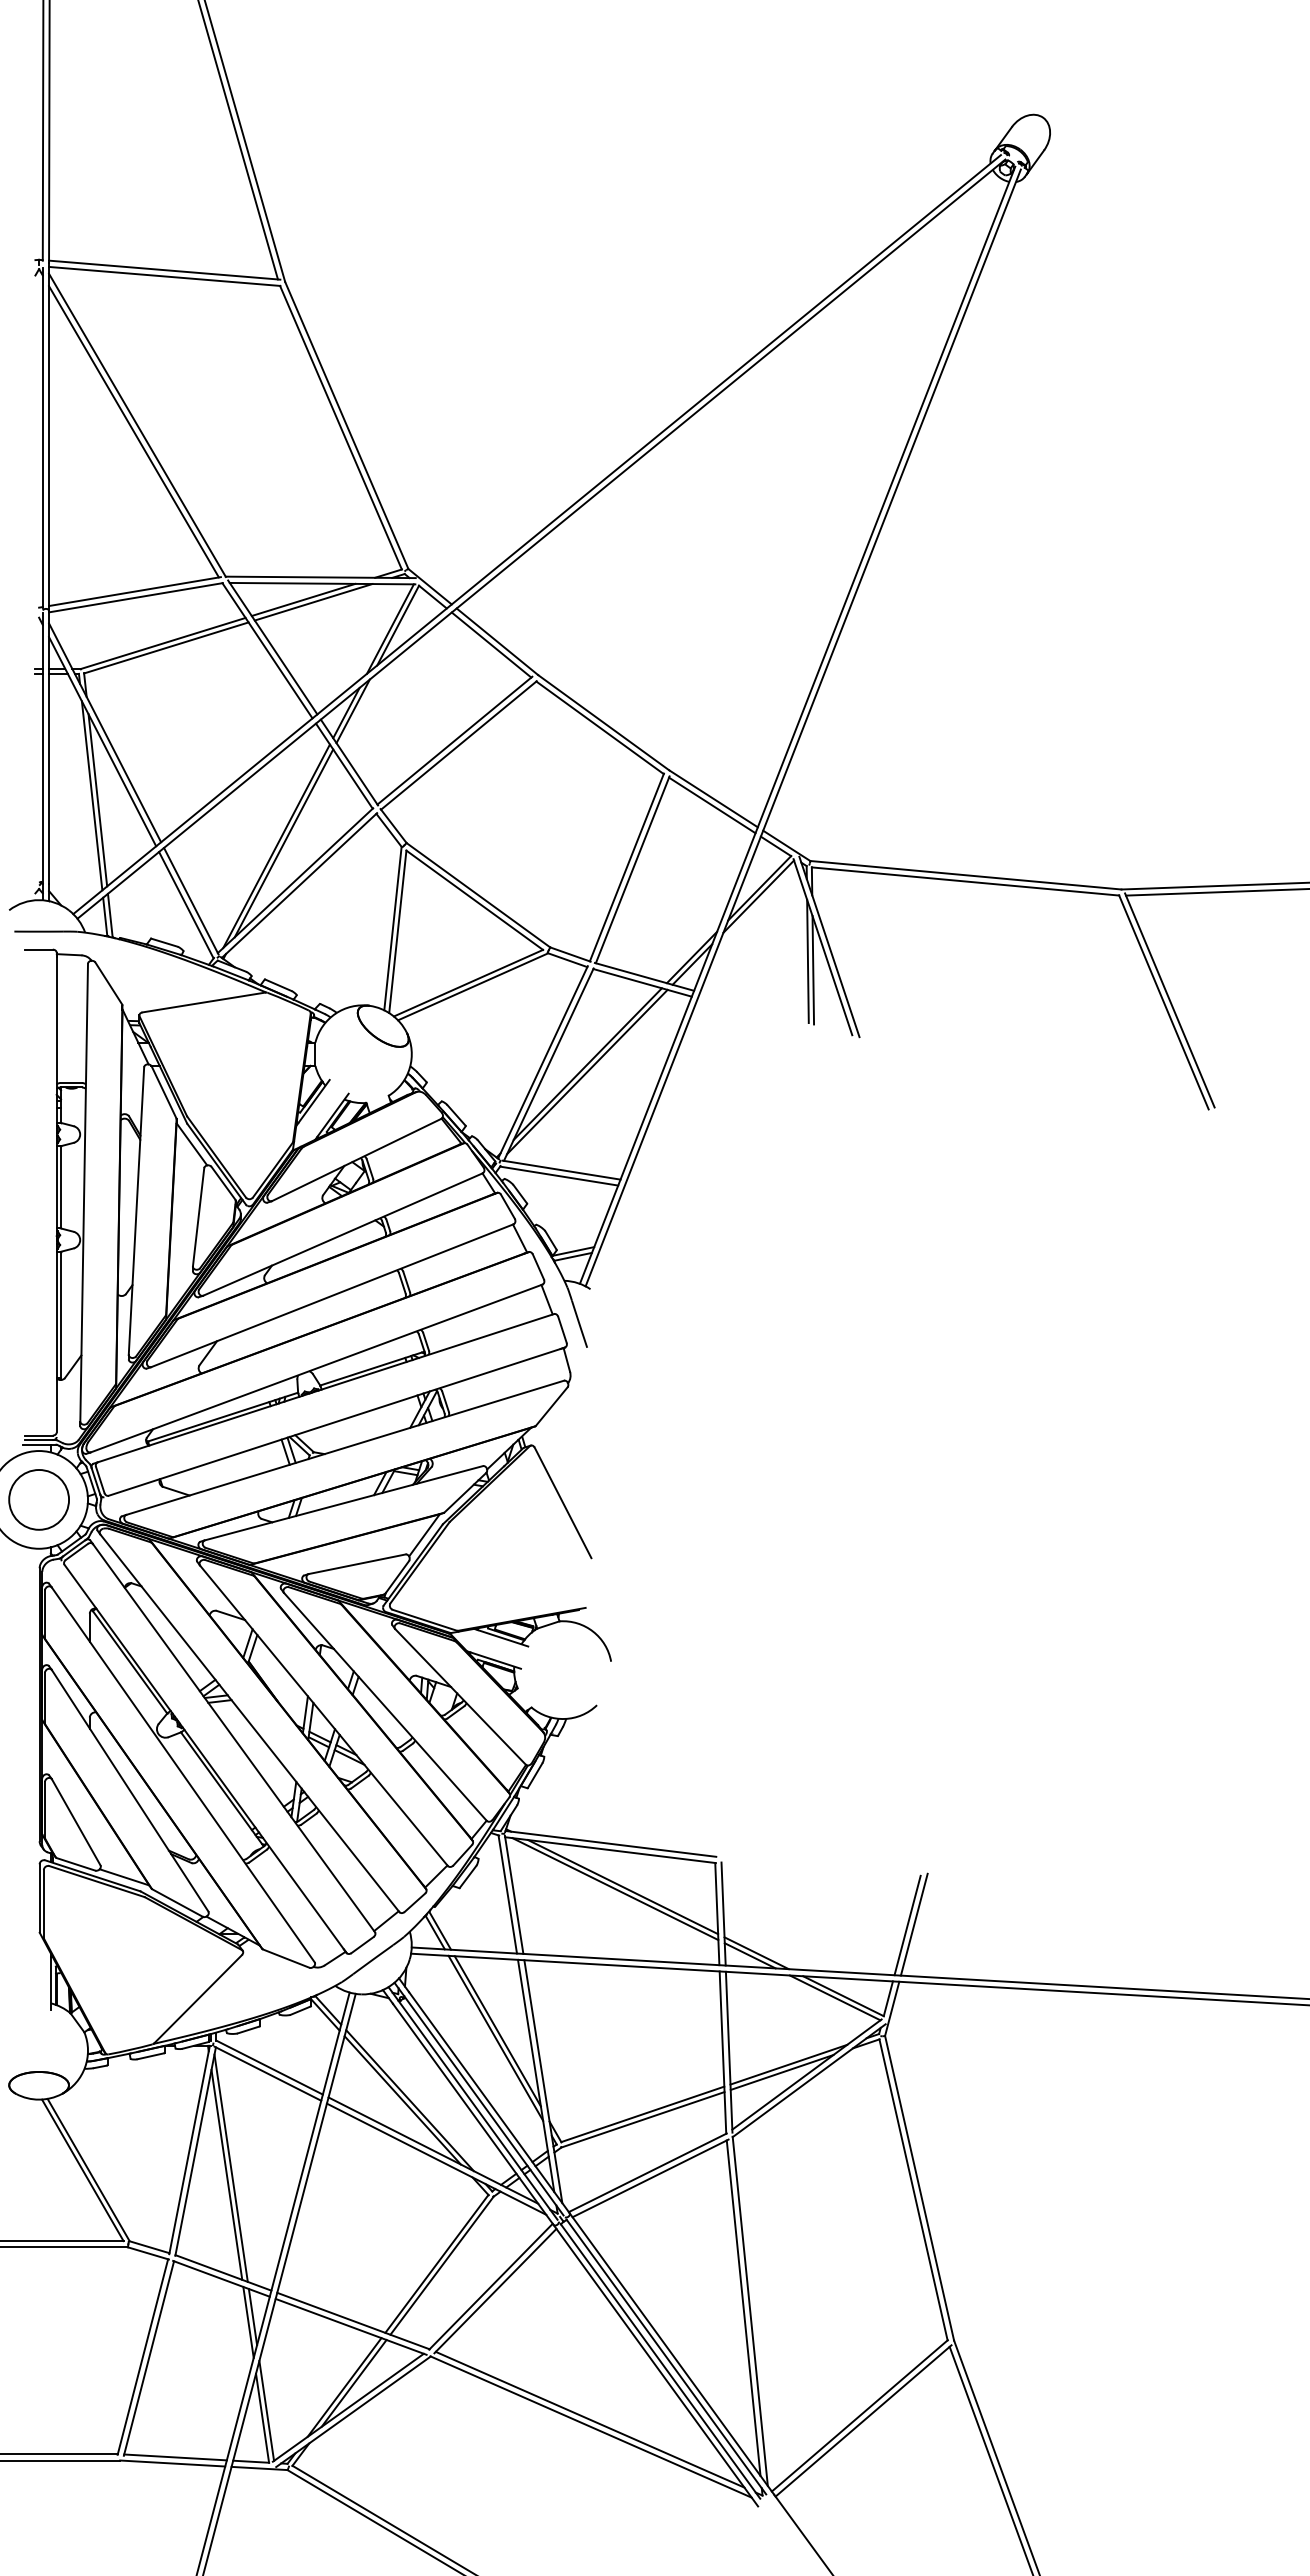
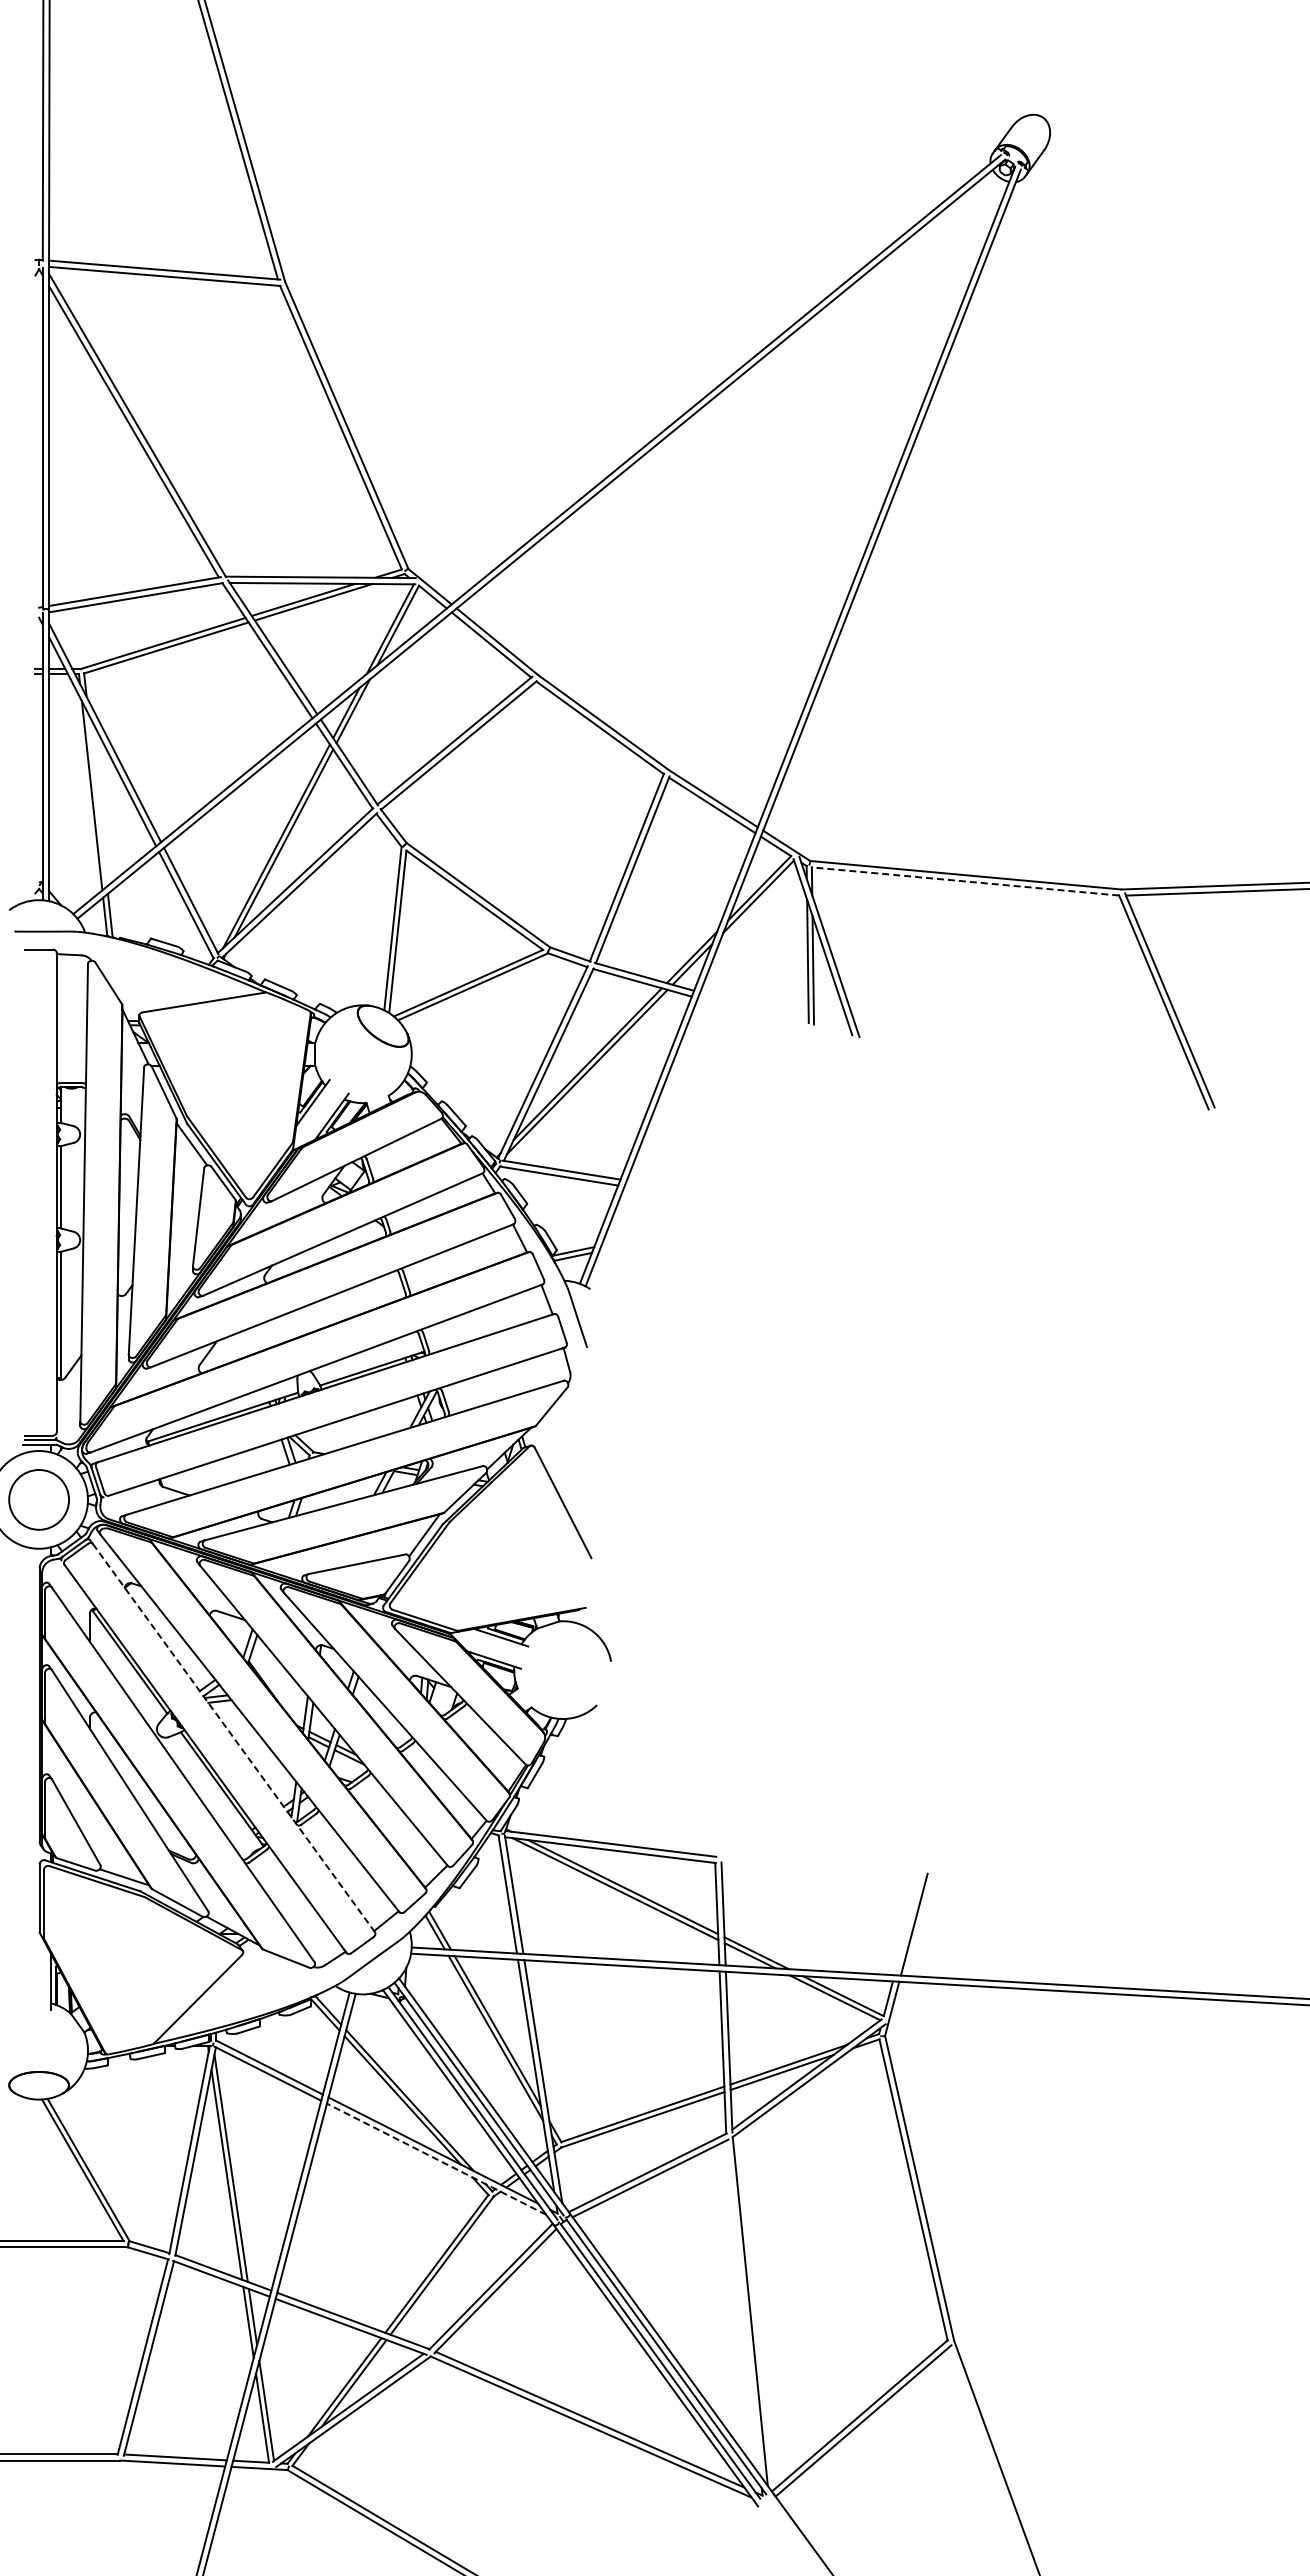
line at (97, 800): present -> none
line at (965, 881): solid -> dashed
line at (233, 1738): solid -> dashed
line at (907, 1925): present -> none
line at (436, 2159): solid -> dashed
line at (743, 2307): present -> none
line at (990, 2459): present -> none
